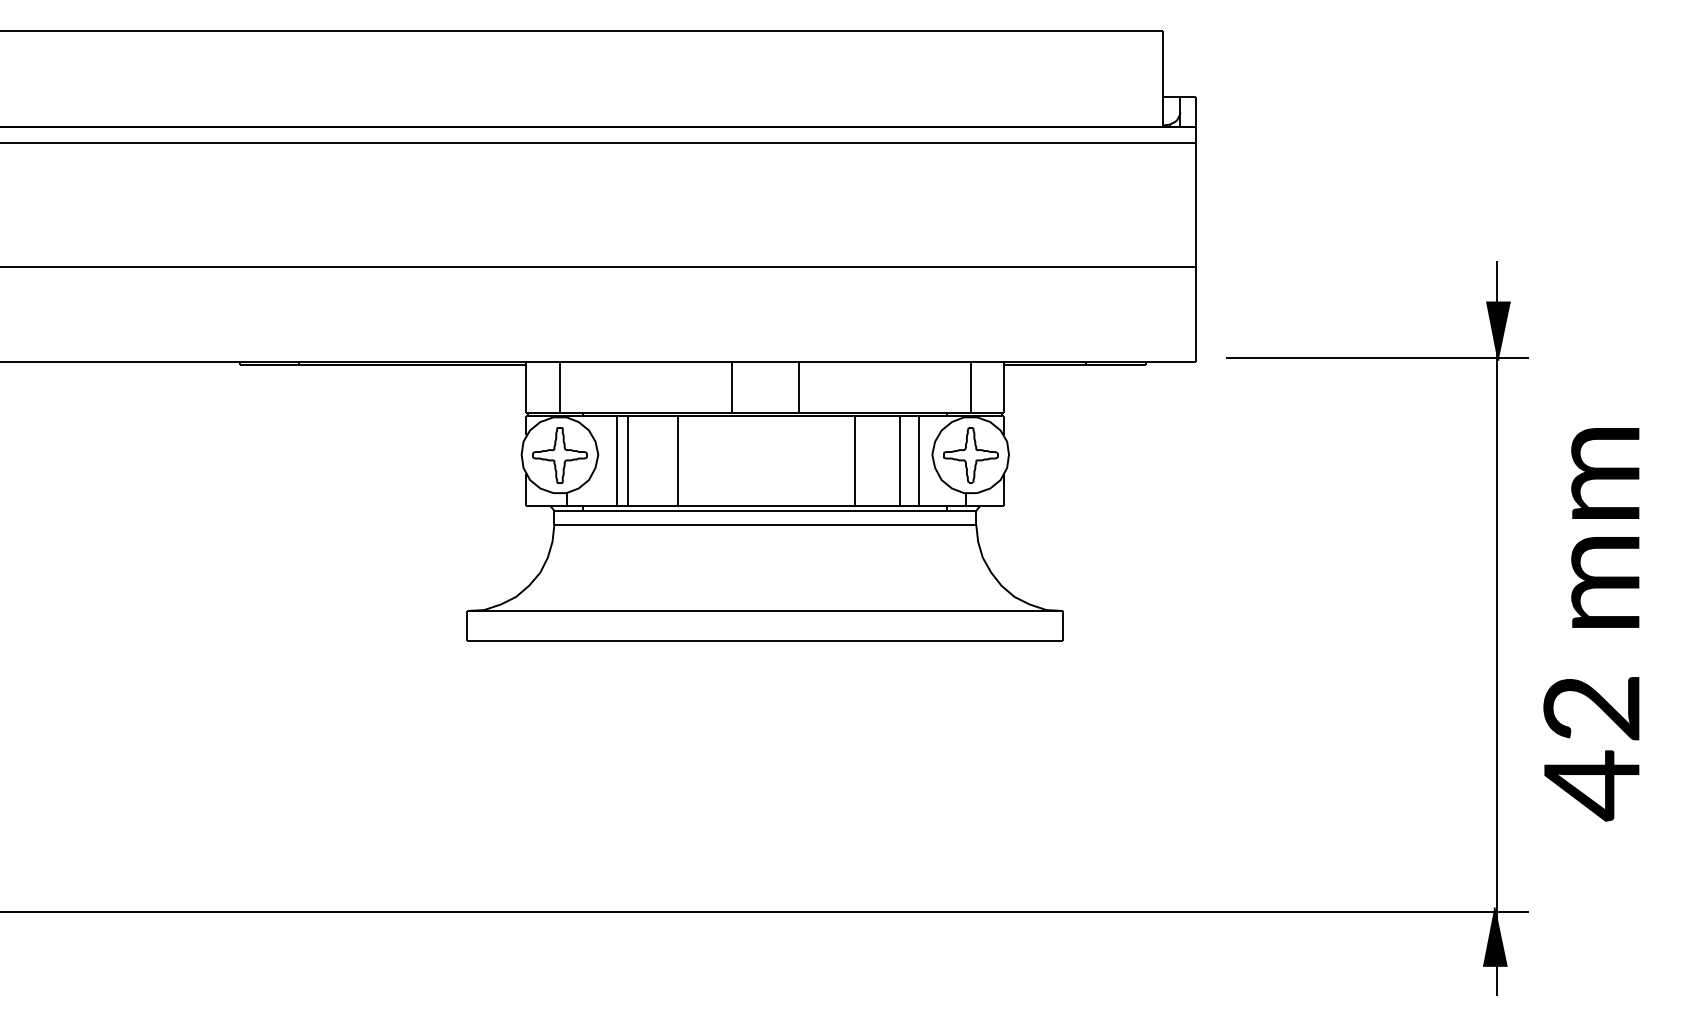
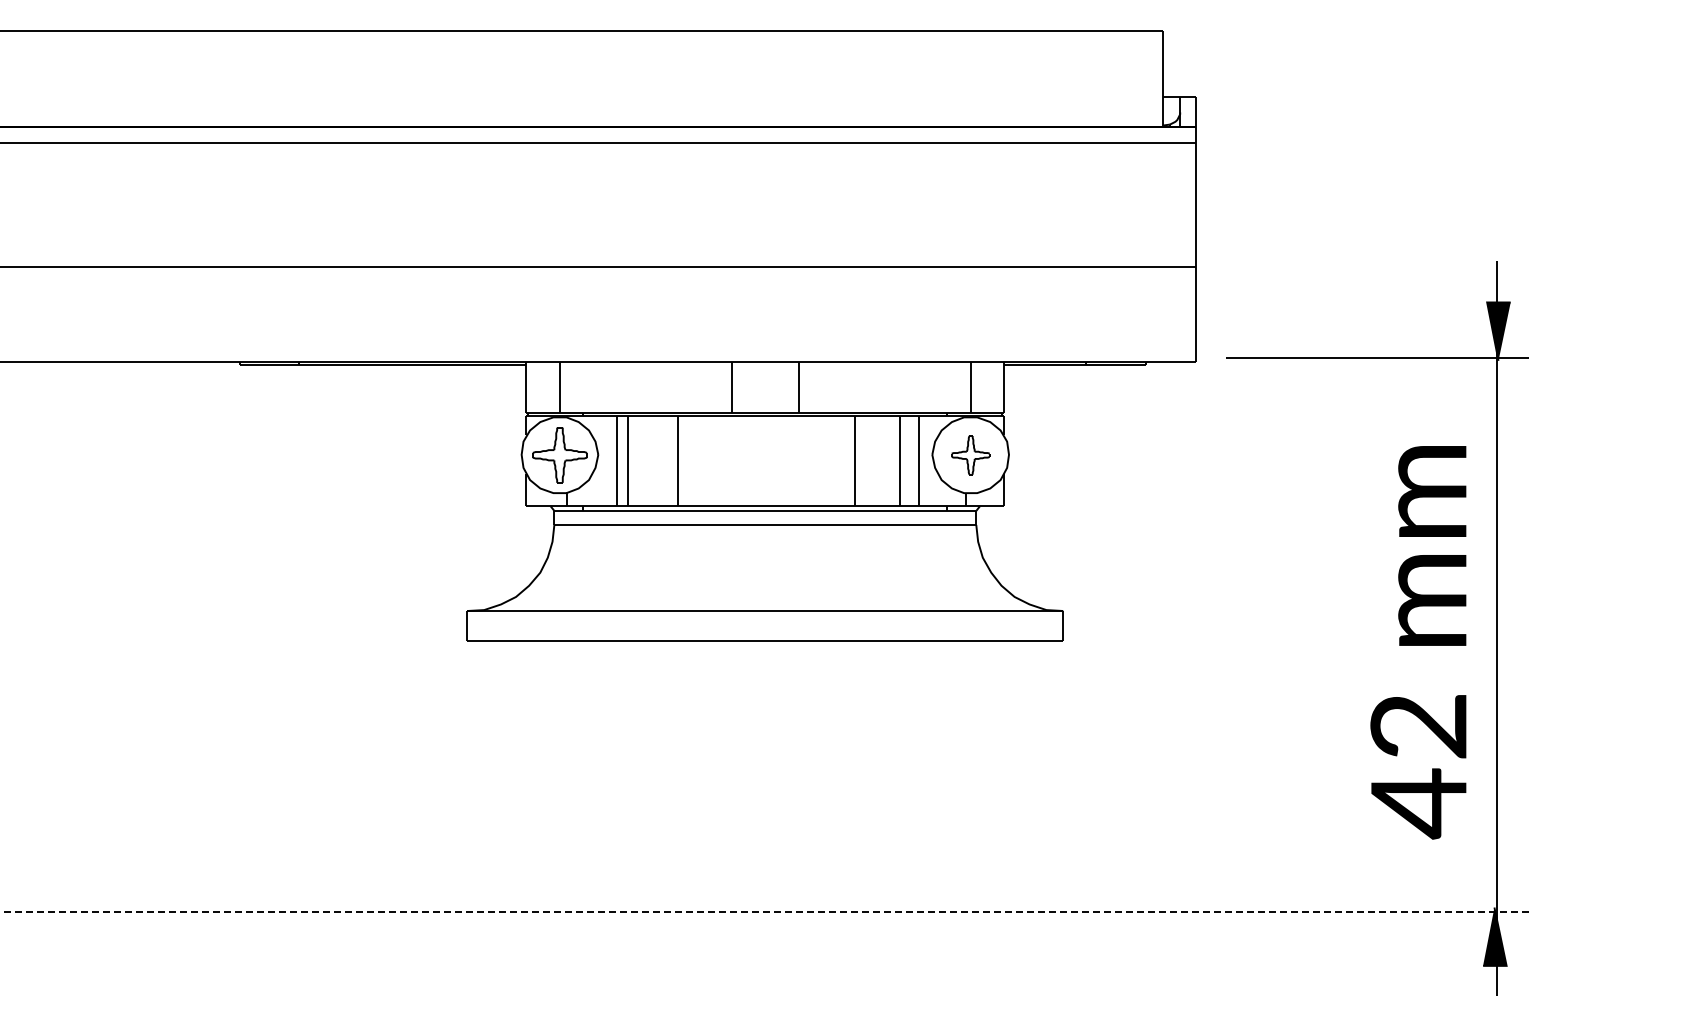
part at (970, 455) size: 56x57 px -> 40x41 px
text at (1591, 624) position: (1591, 624) -> (1418, 642)
line at (764, 912): solid -> dashed
